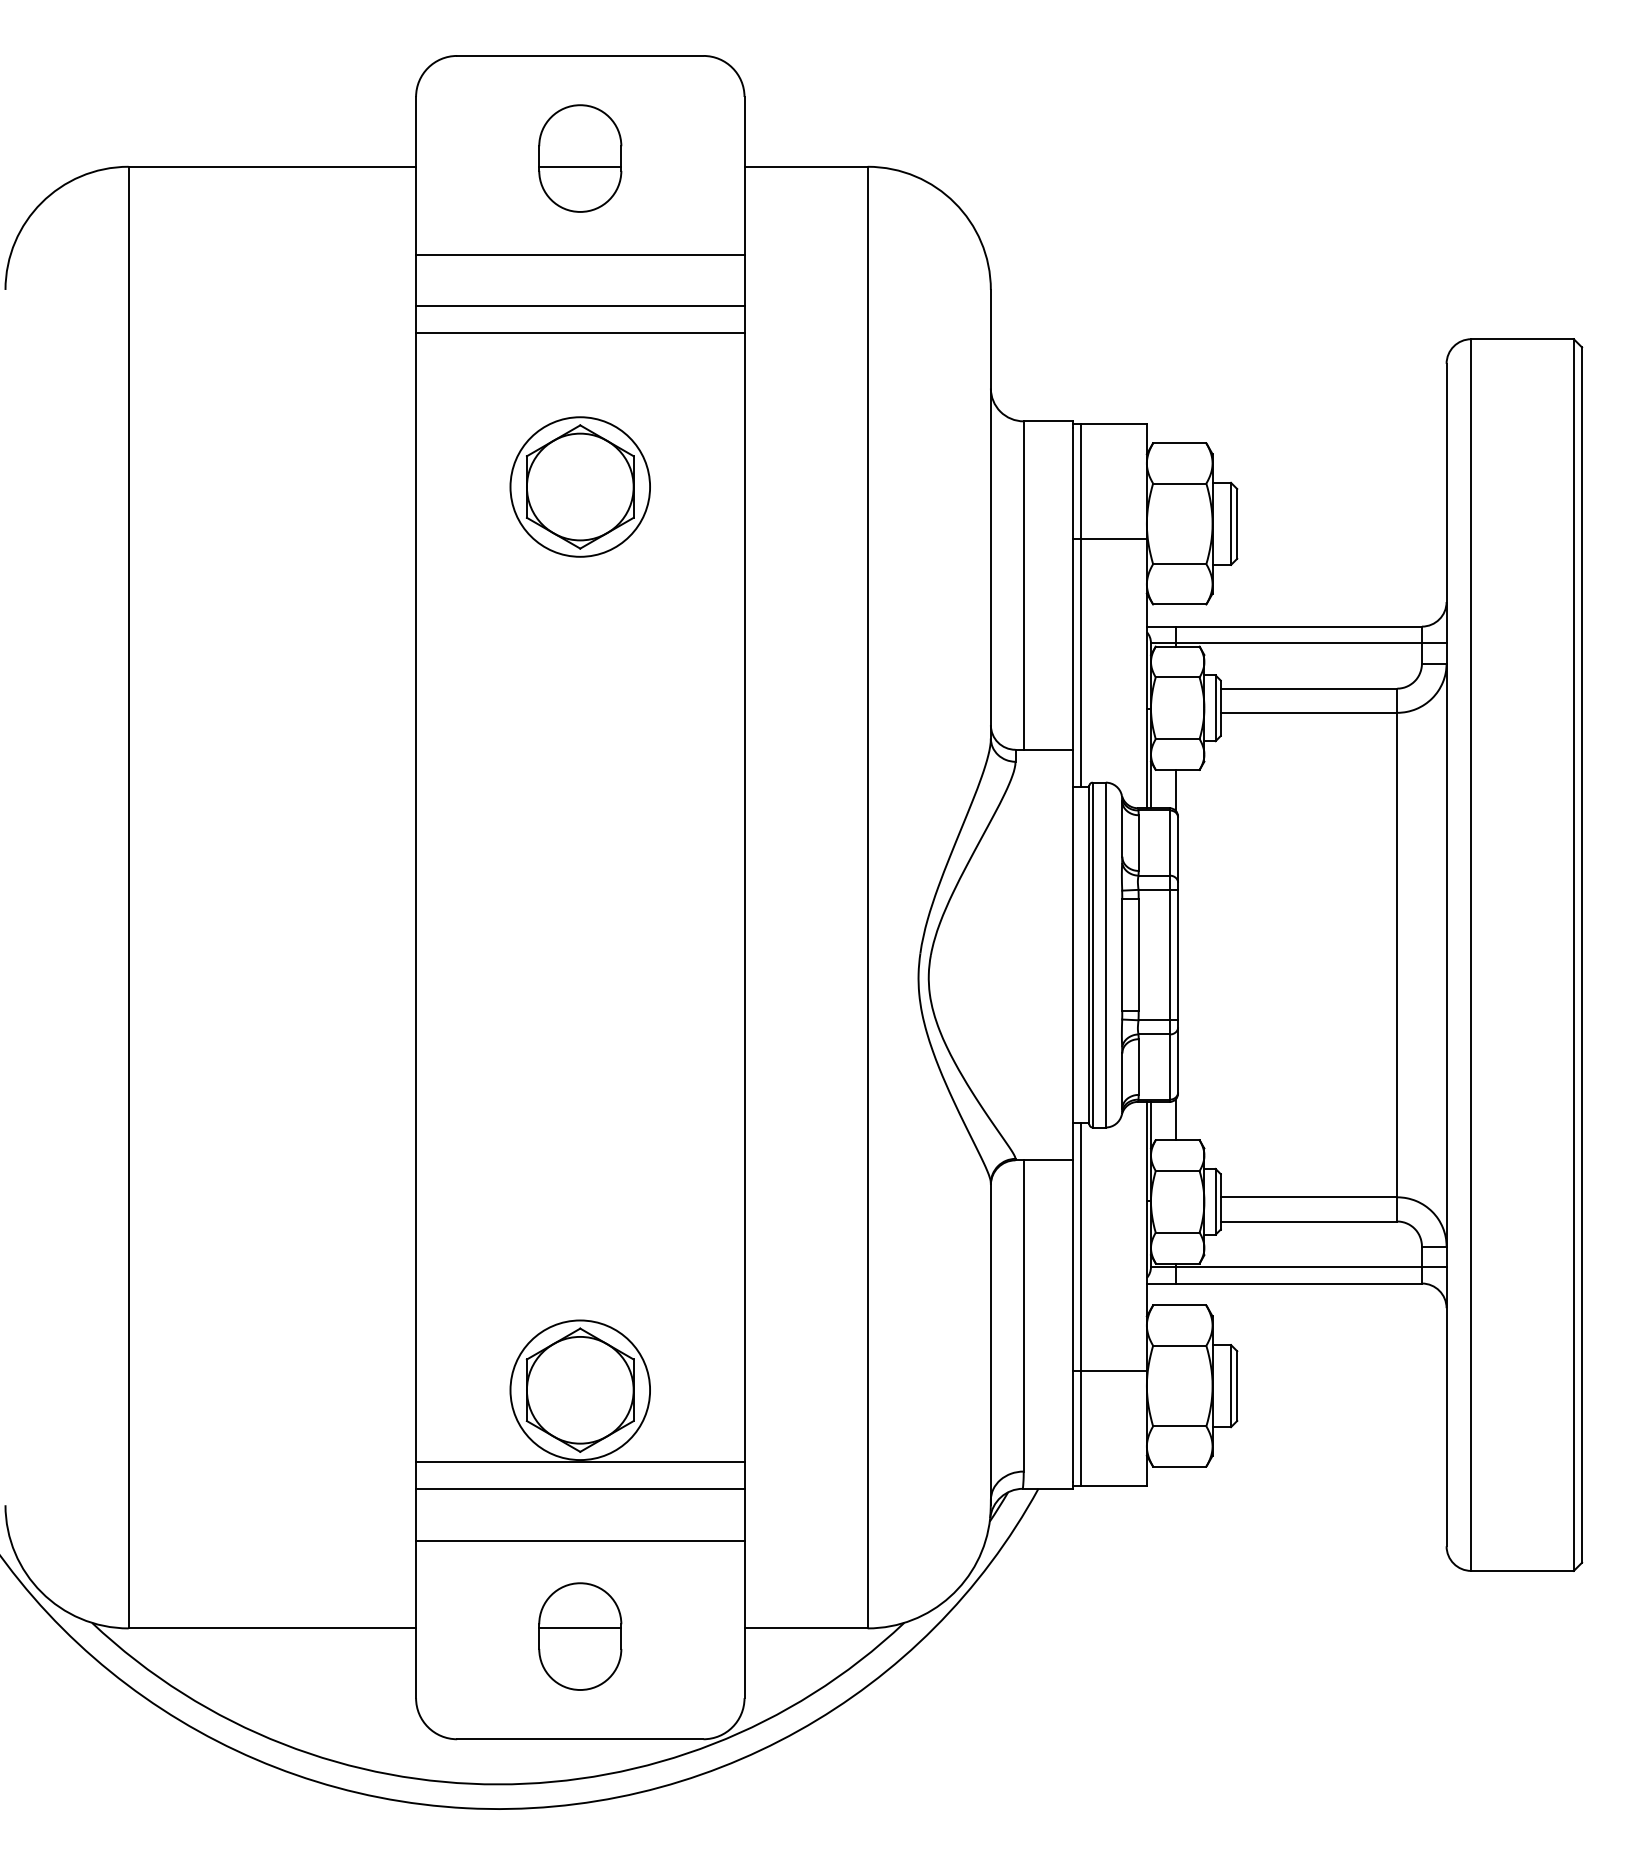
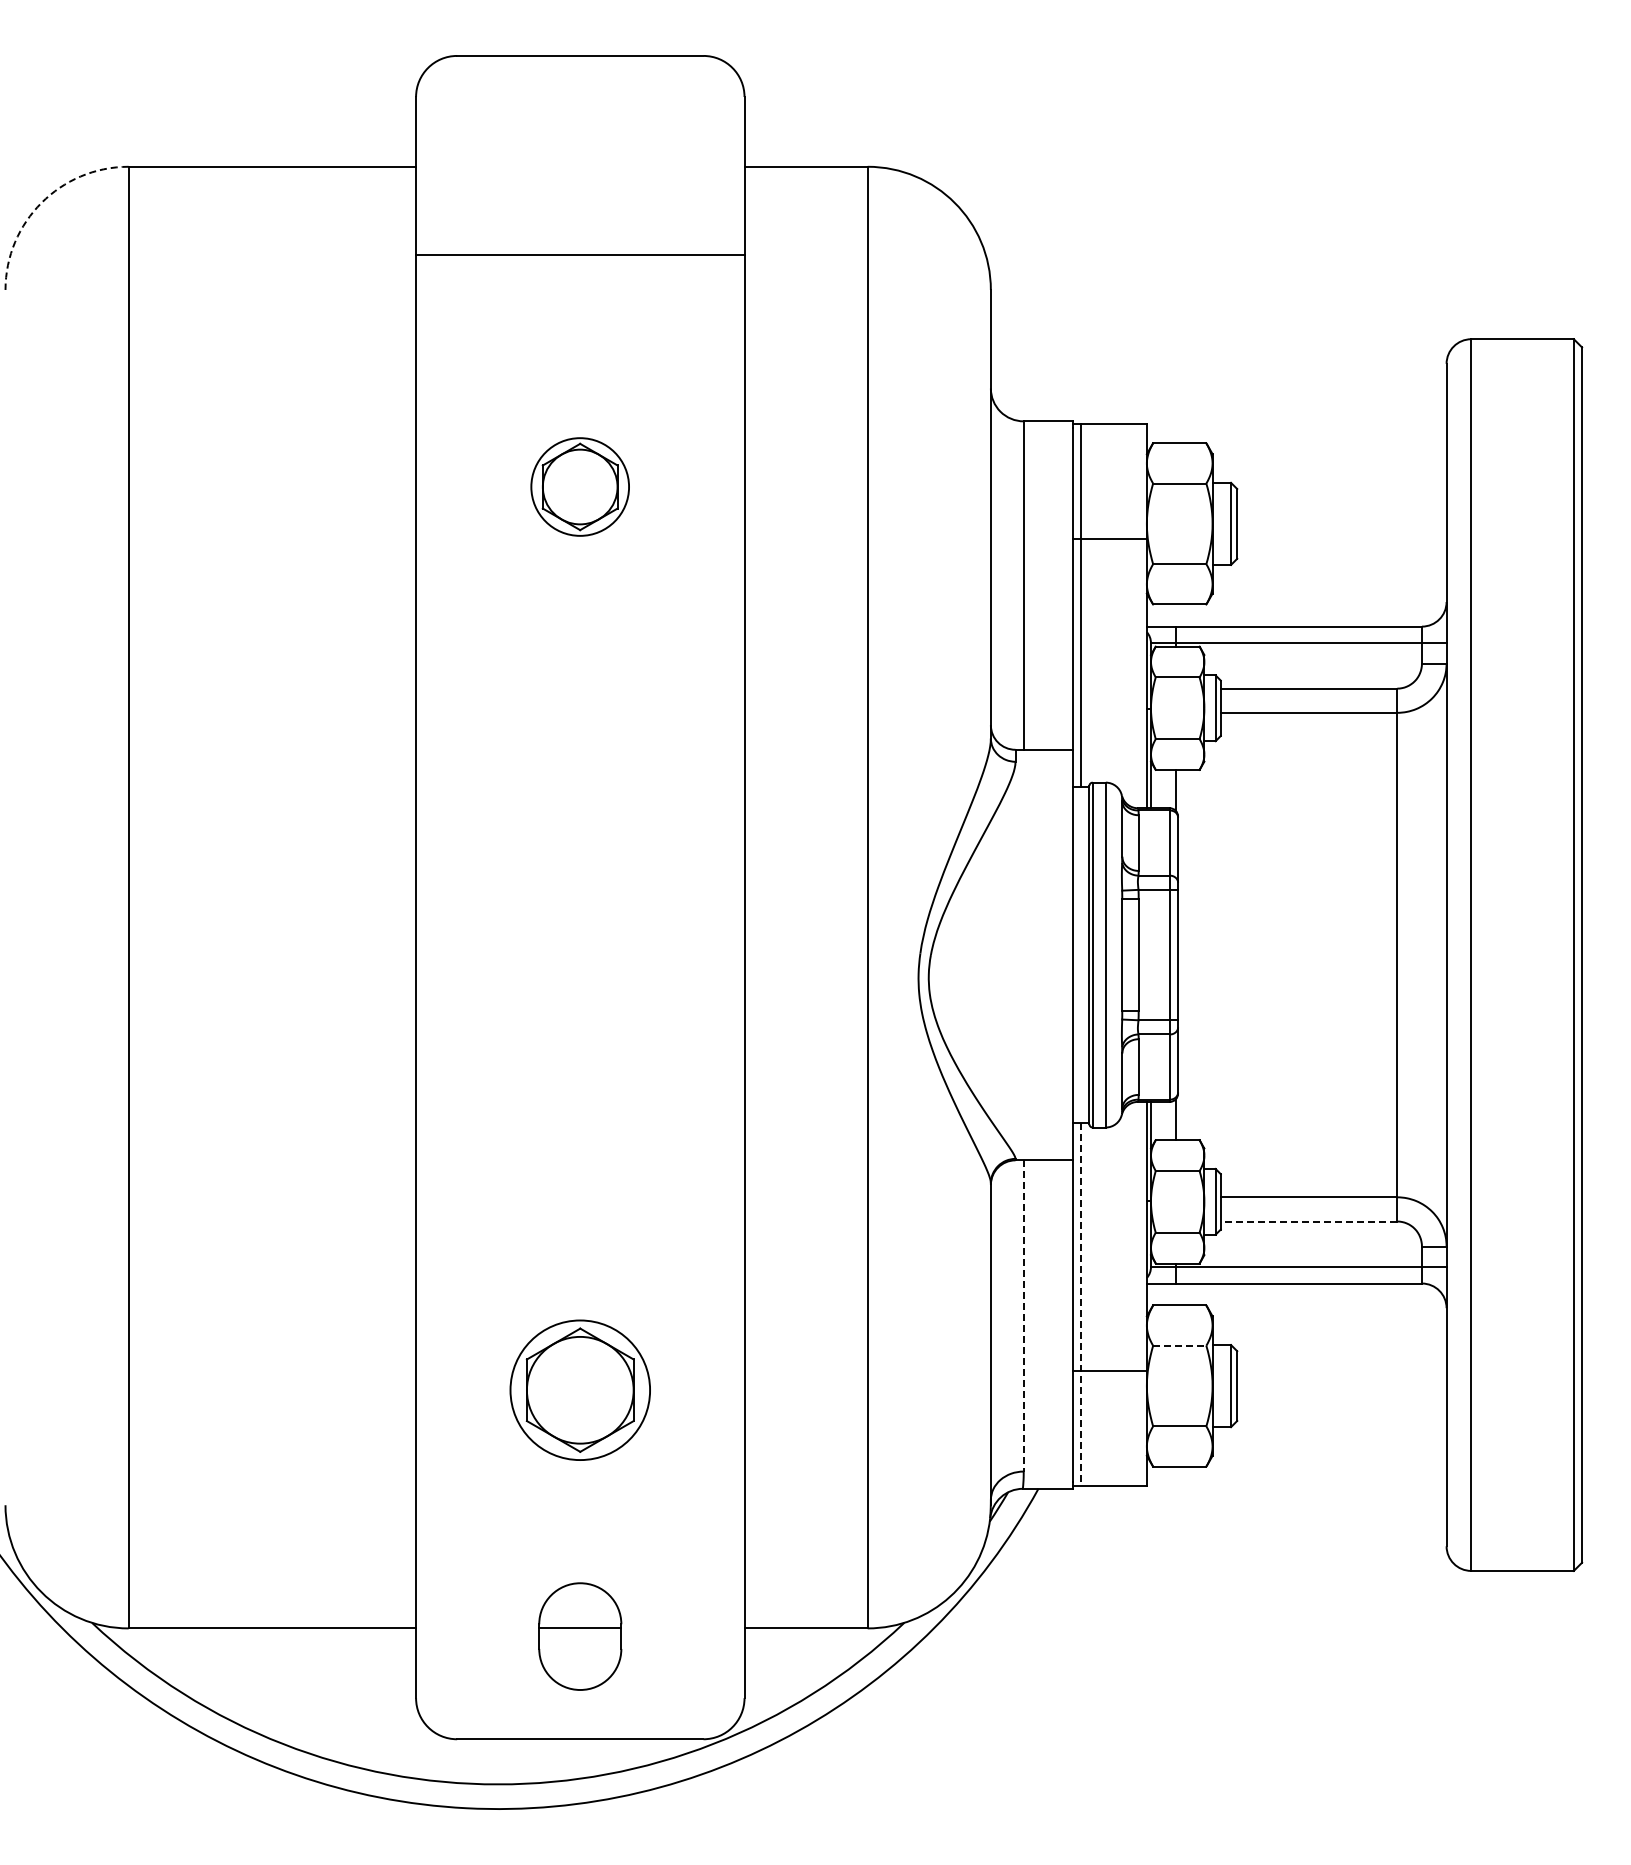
part at (580, 158): present -> none
arc at (41, 202): solid -> dashed
line at (580, 306): present -> none
line at (580, 333): present -> none
part at (579, 486) size: 142x142 px -> 100x100 px
line at (1308, 1221): solid -> dashed
line at (1081, 1305): solid -> dashed
line at (1023, 1315): solid -> dashed
line at (1179, 1345): solid -> dashed
line at (580, 1461): present -> none
line at (580, 1488): present -> none
line at (580, 1540): present -> none
